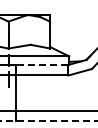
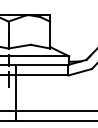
line at (41, 64): dashed -> solid
line at (49, 121): dashed -> solid
